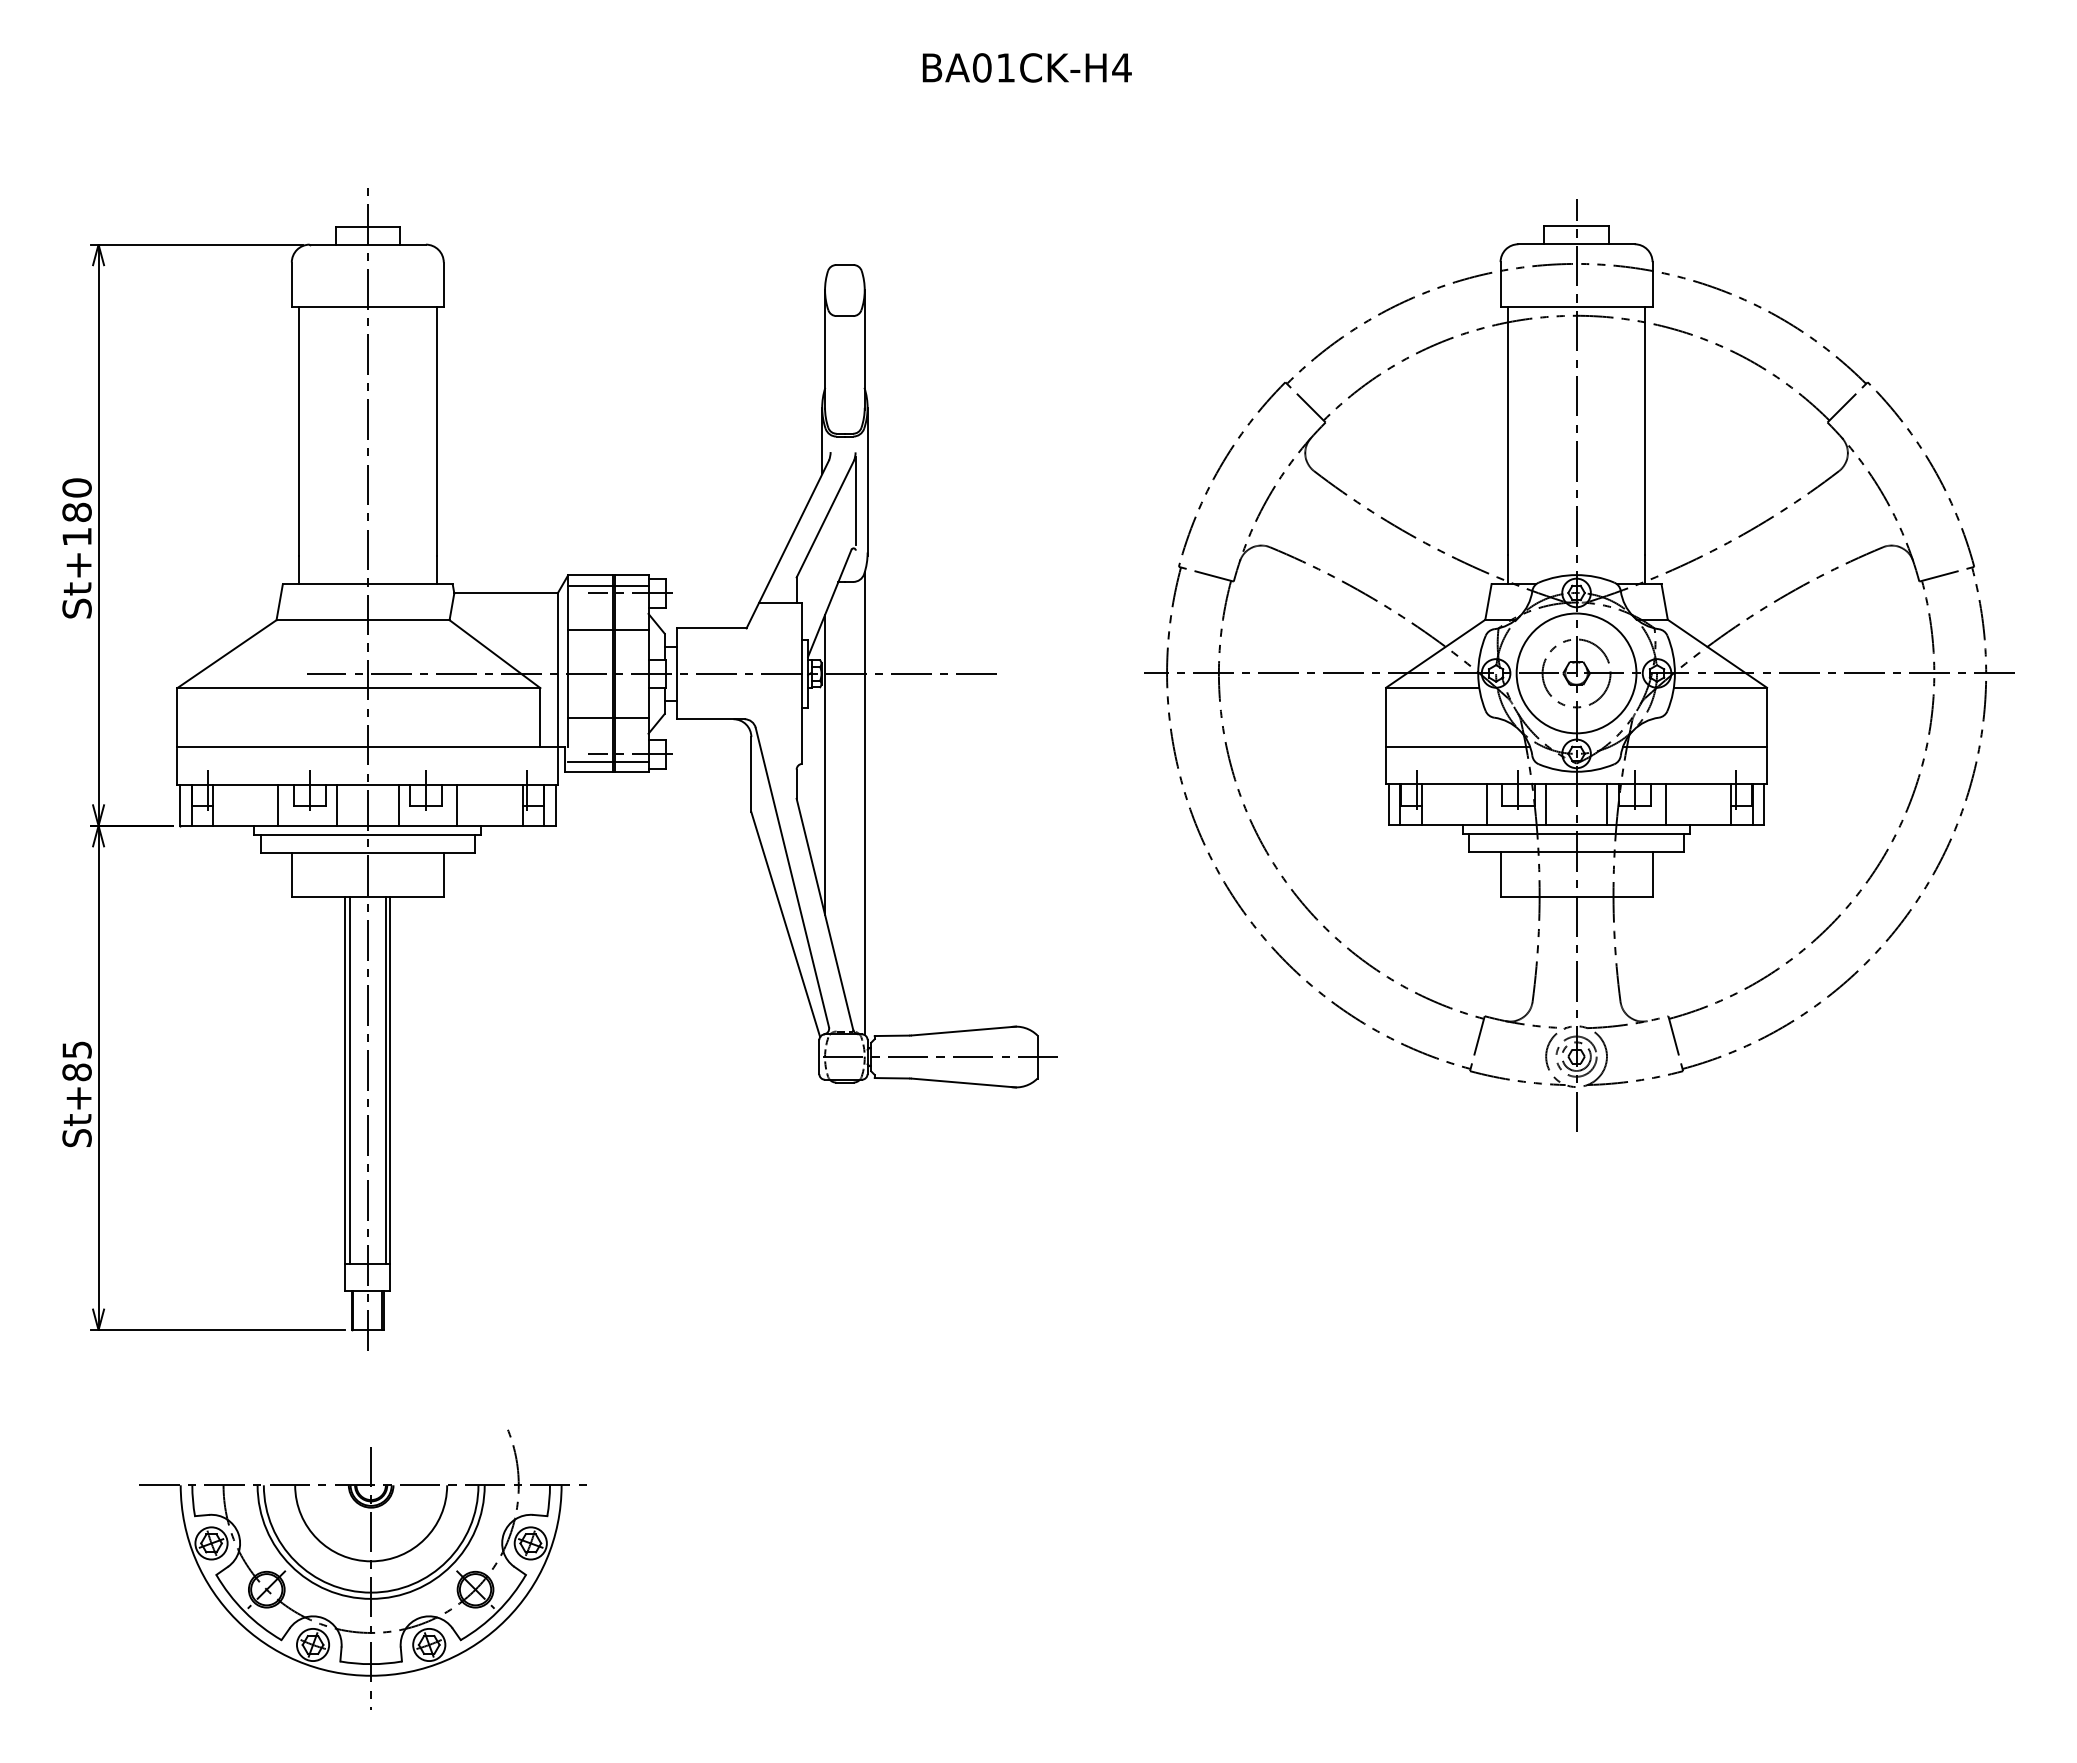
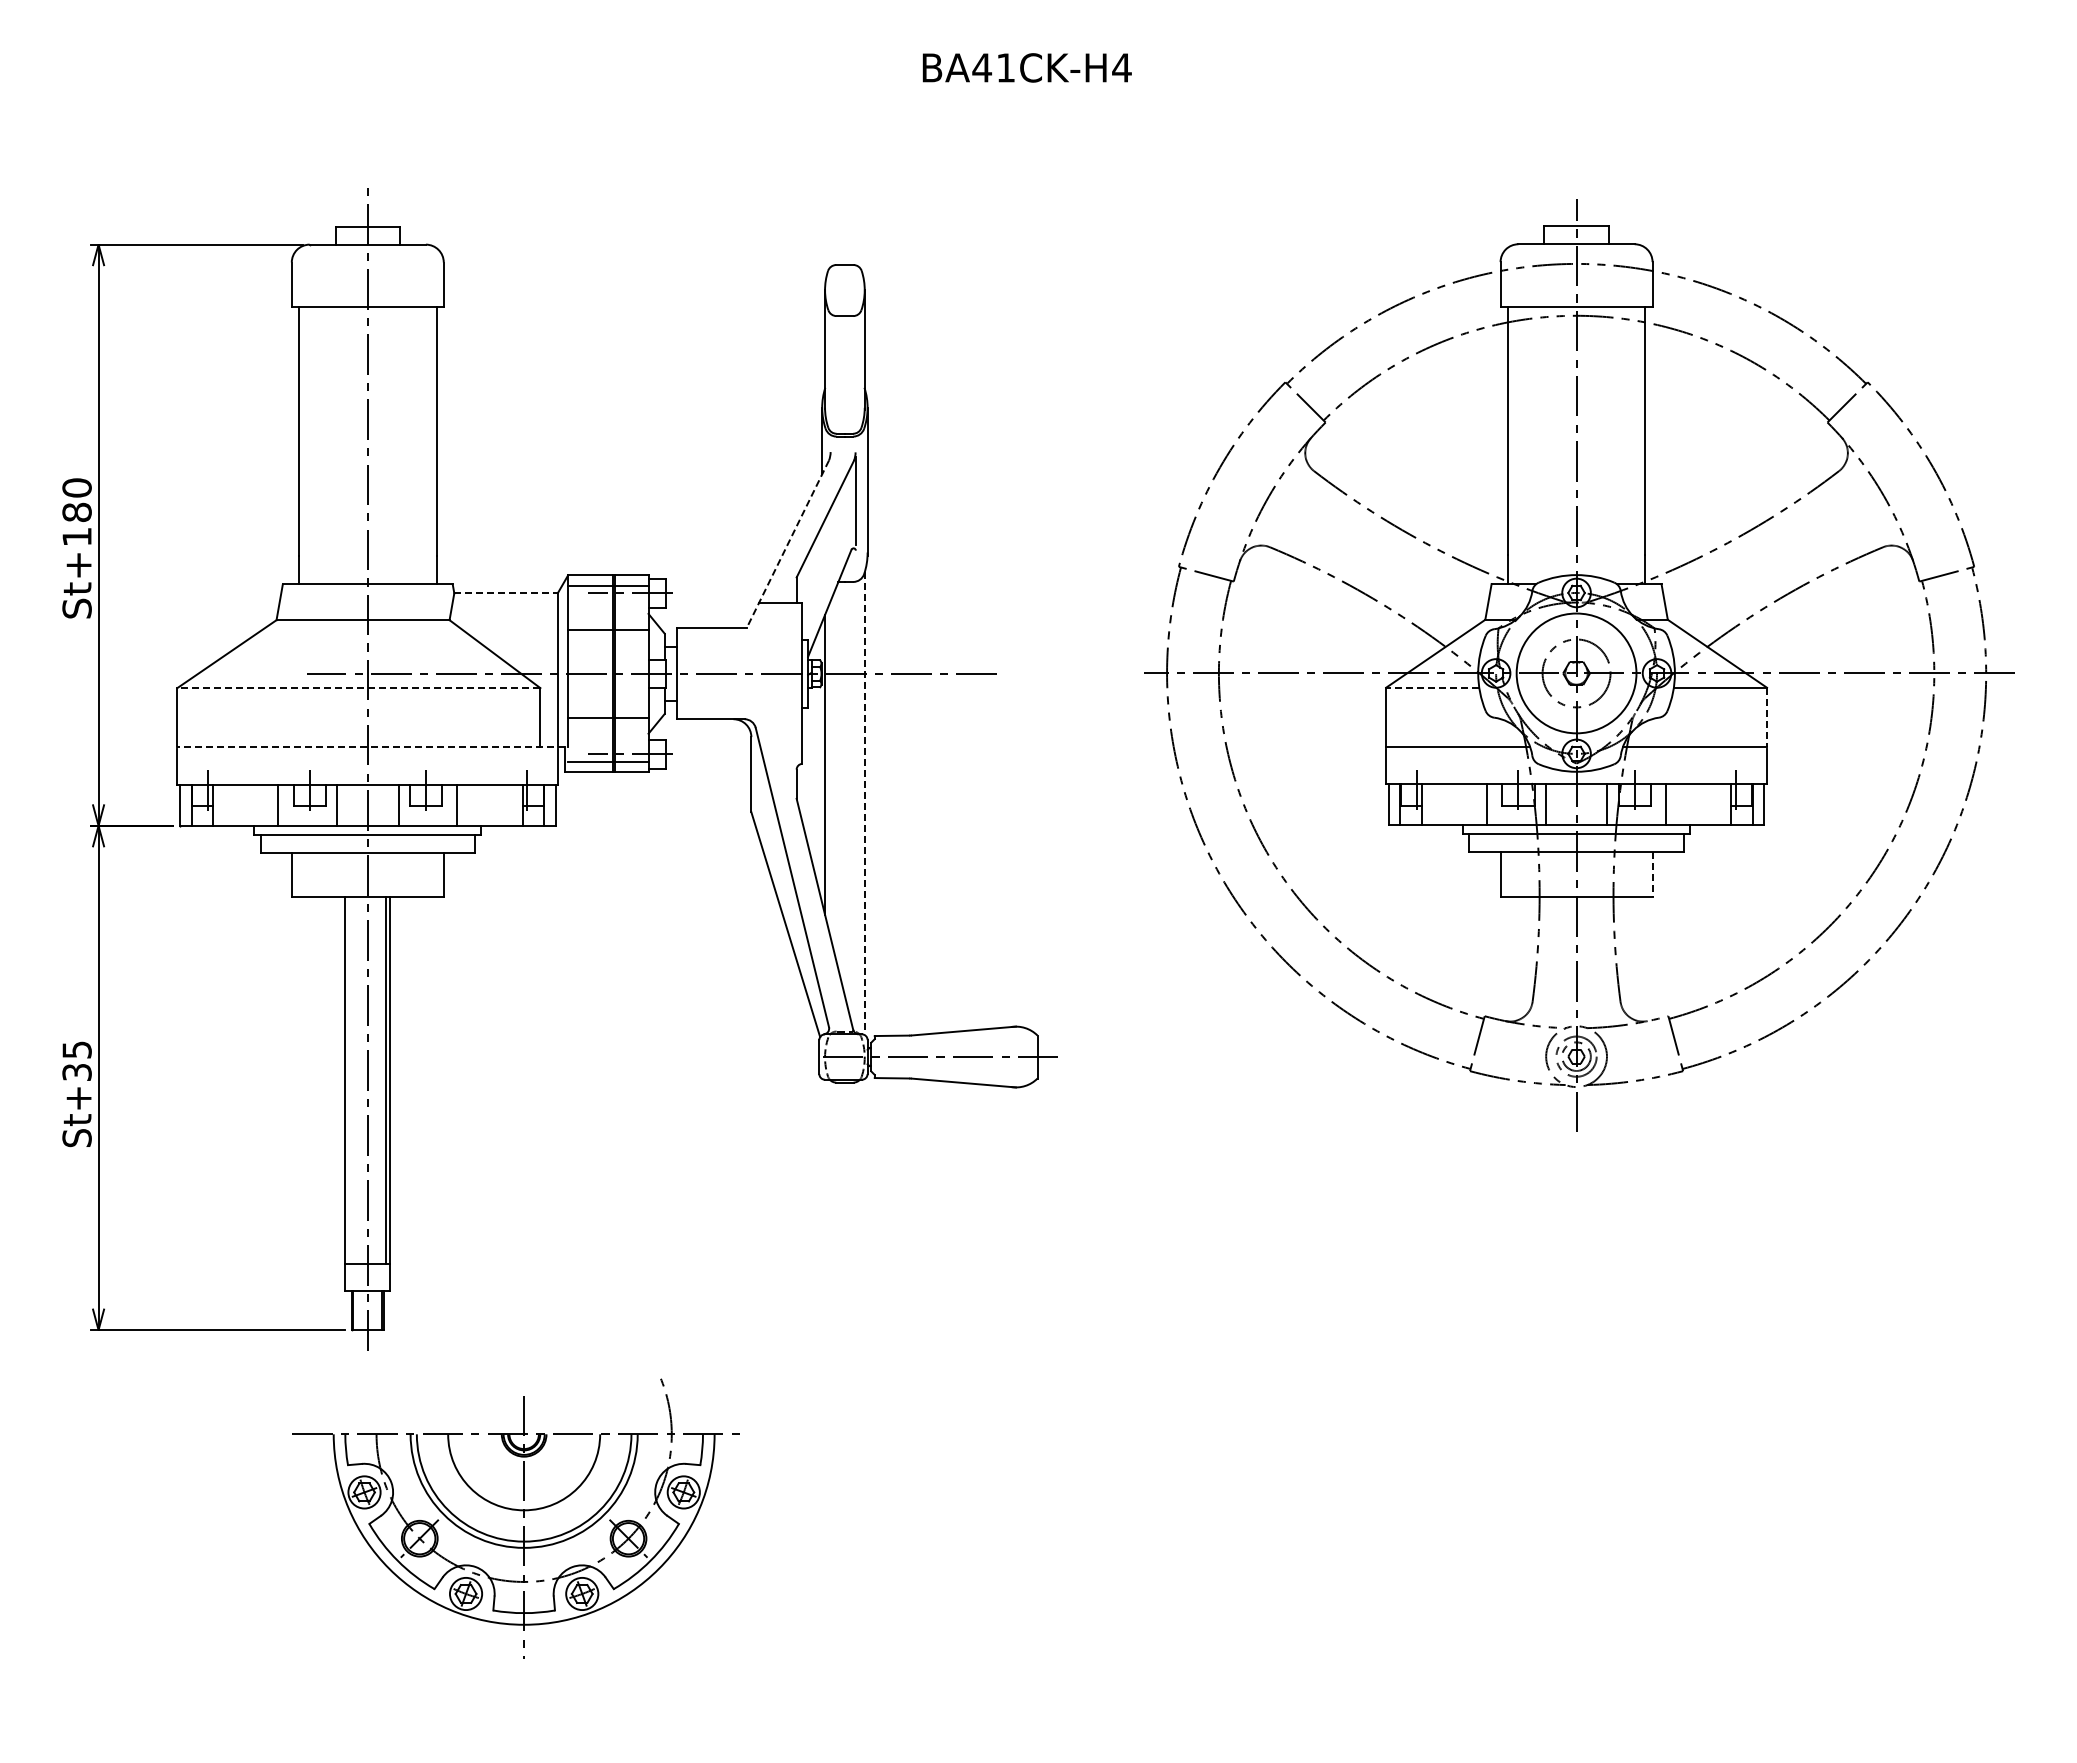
text at (982, 67): BA01CK-H4 -> BA41CK-H4
line at (787, 544): solid -> dashed
line at (506, 593): solid -> dashed
line at (1432, 687): solid -> dashed
line at (358, 688): solid -> dashed
line at (1767, 717): solid -> dashed
line at (370, 747): solid -> dashed
line at (864, 803): solid -> dashed
line at (1652, 875): solid -> dashed
text at (76, 1072): St+85 -> St+35
line at (349, 1080): present -> none
part at (362, 1561) position: (362, 1561) -> (515, 1510)
